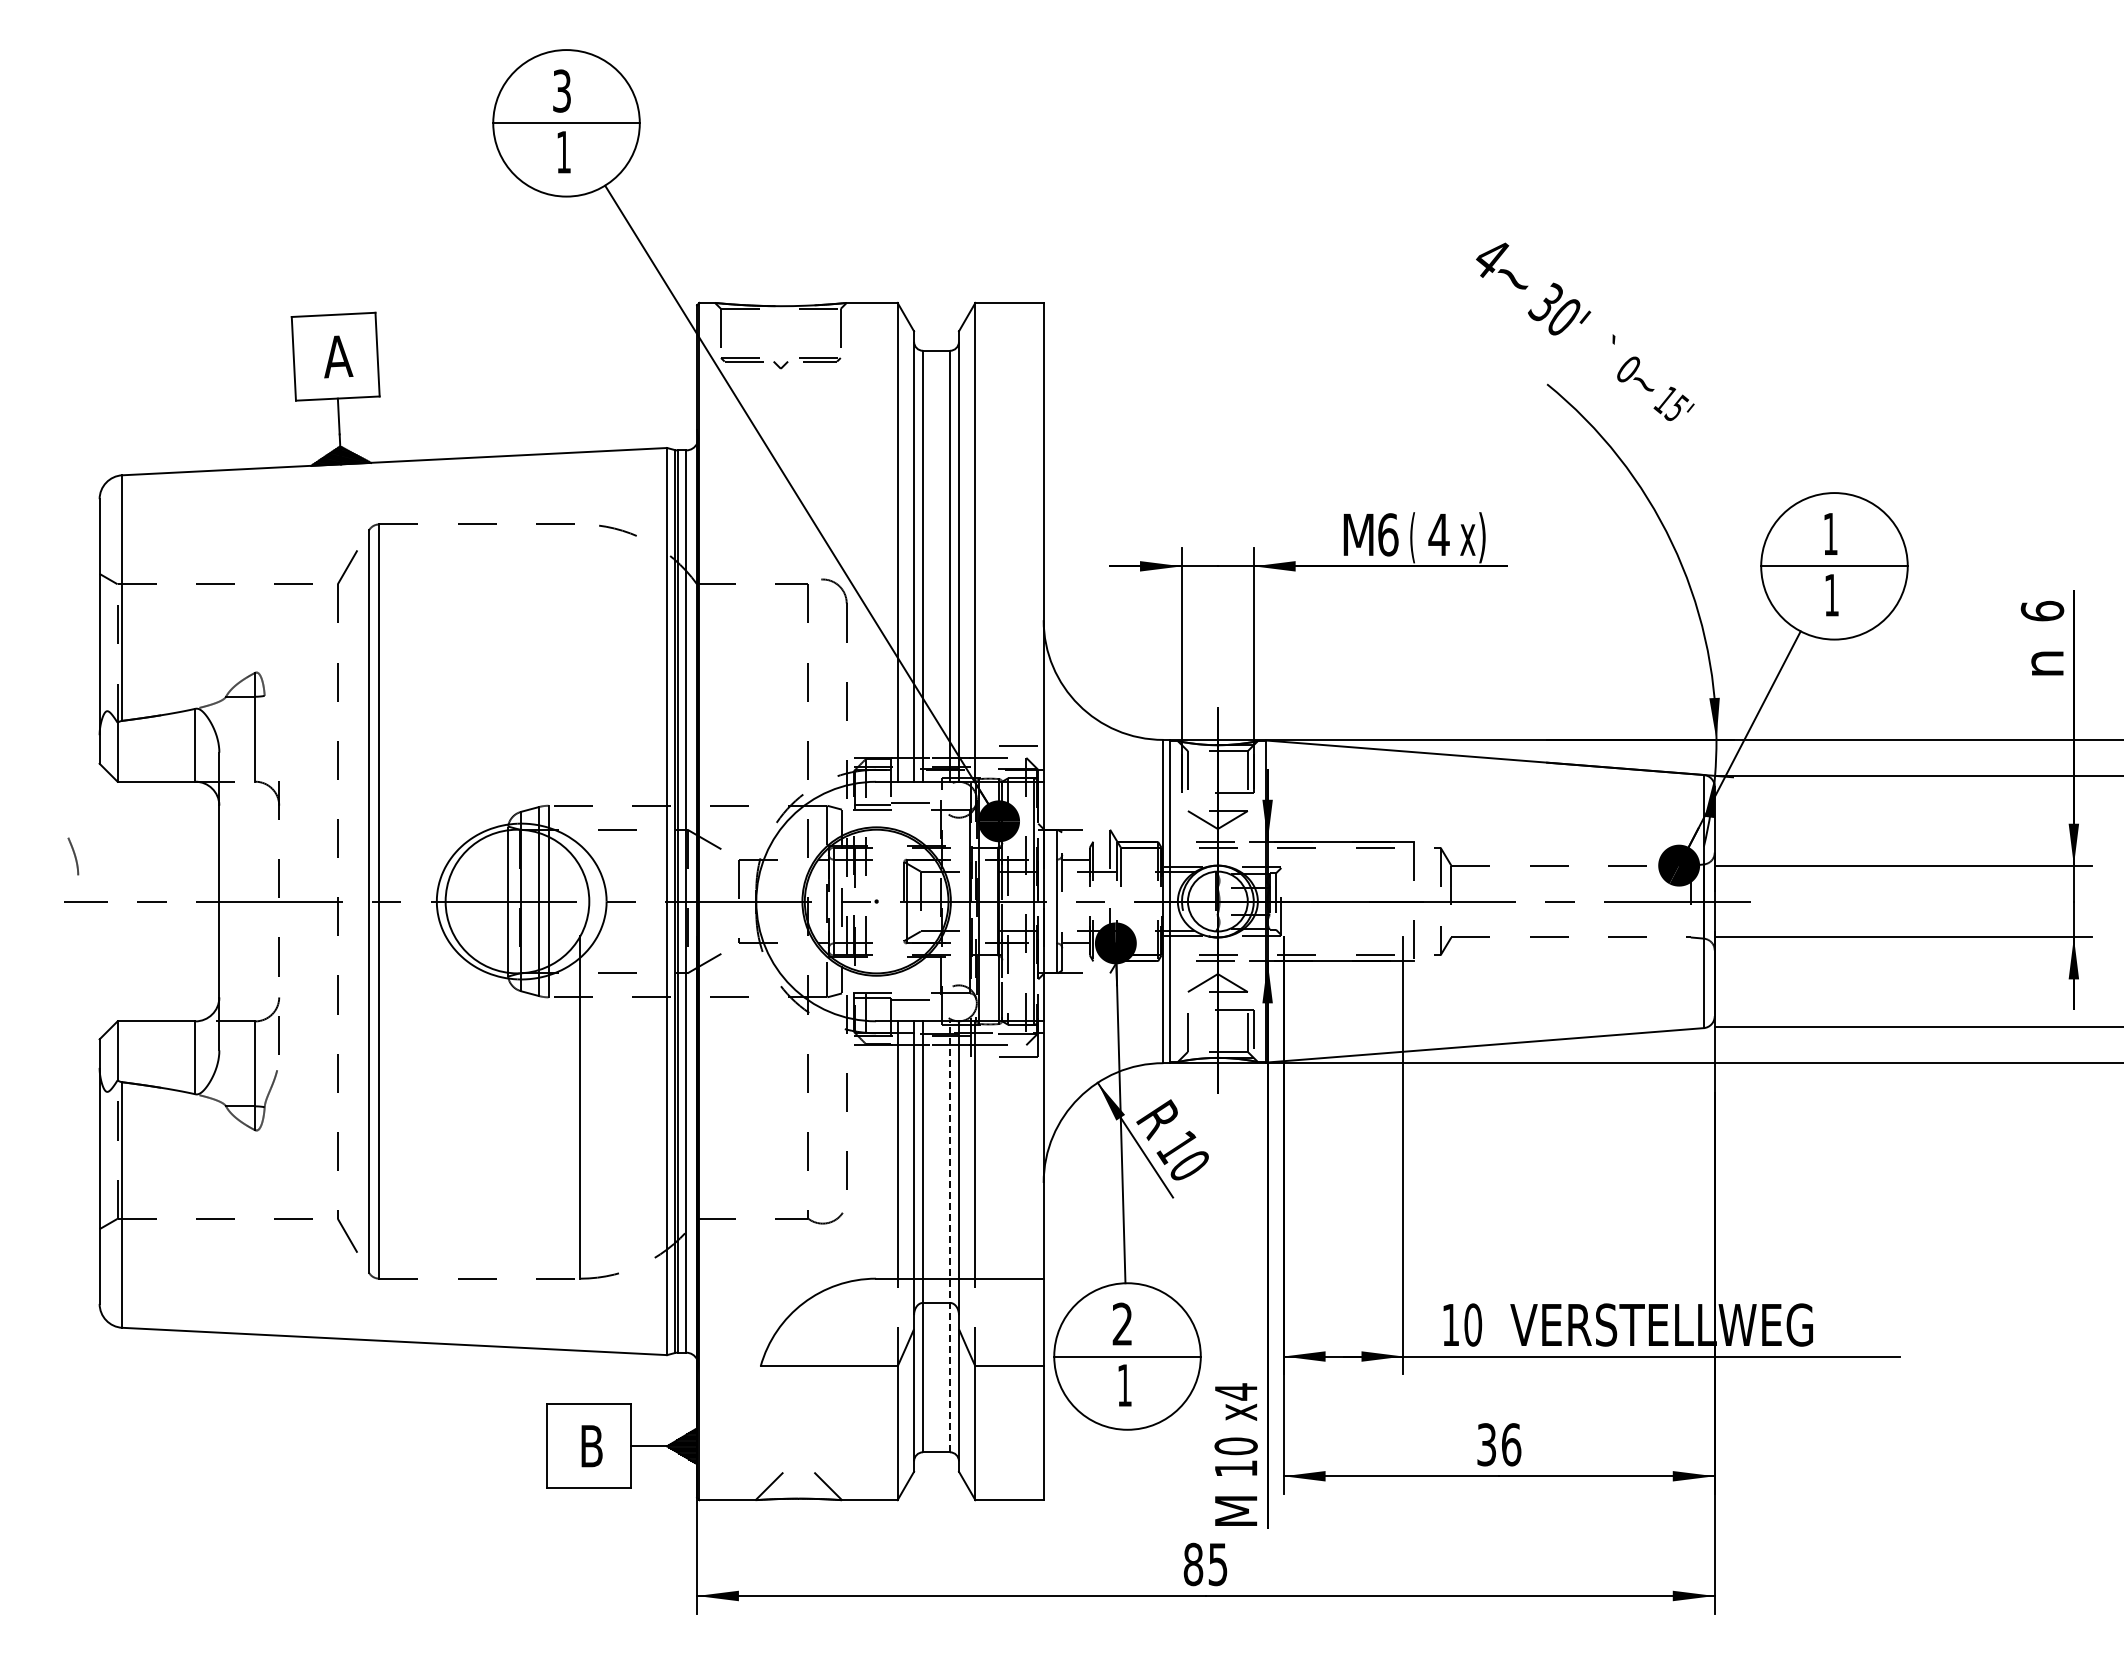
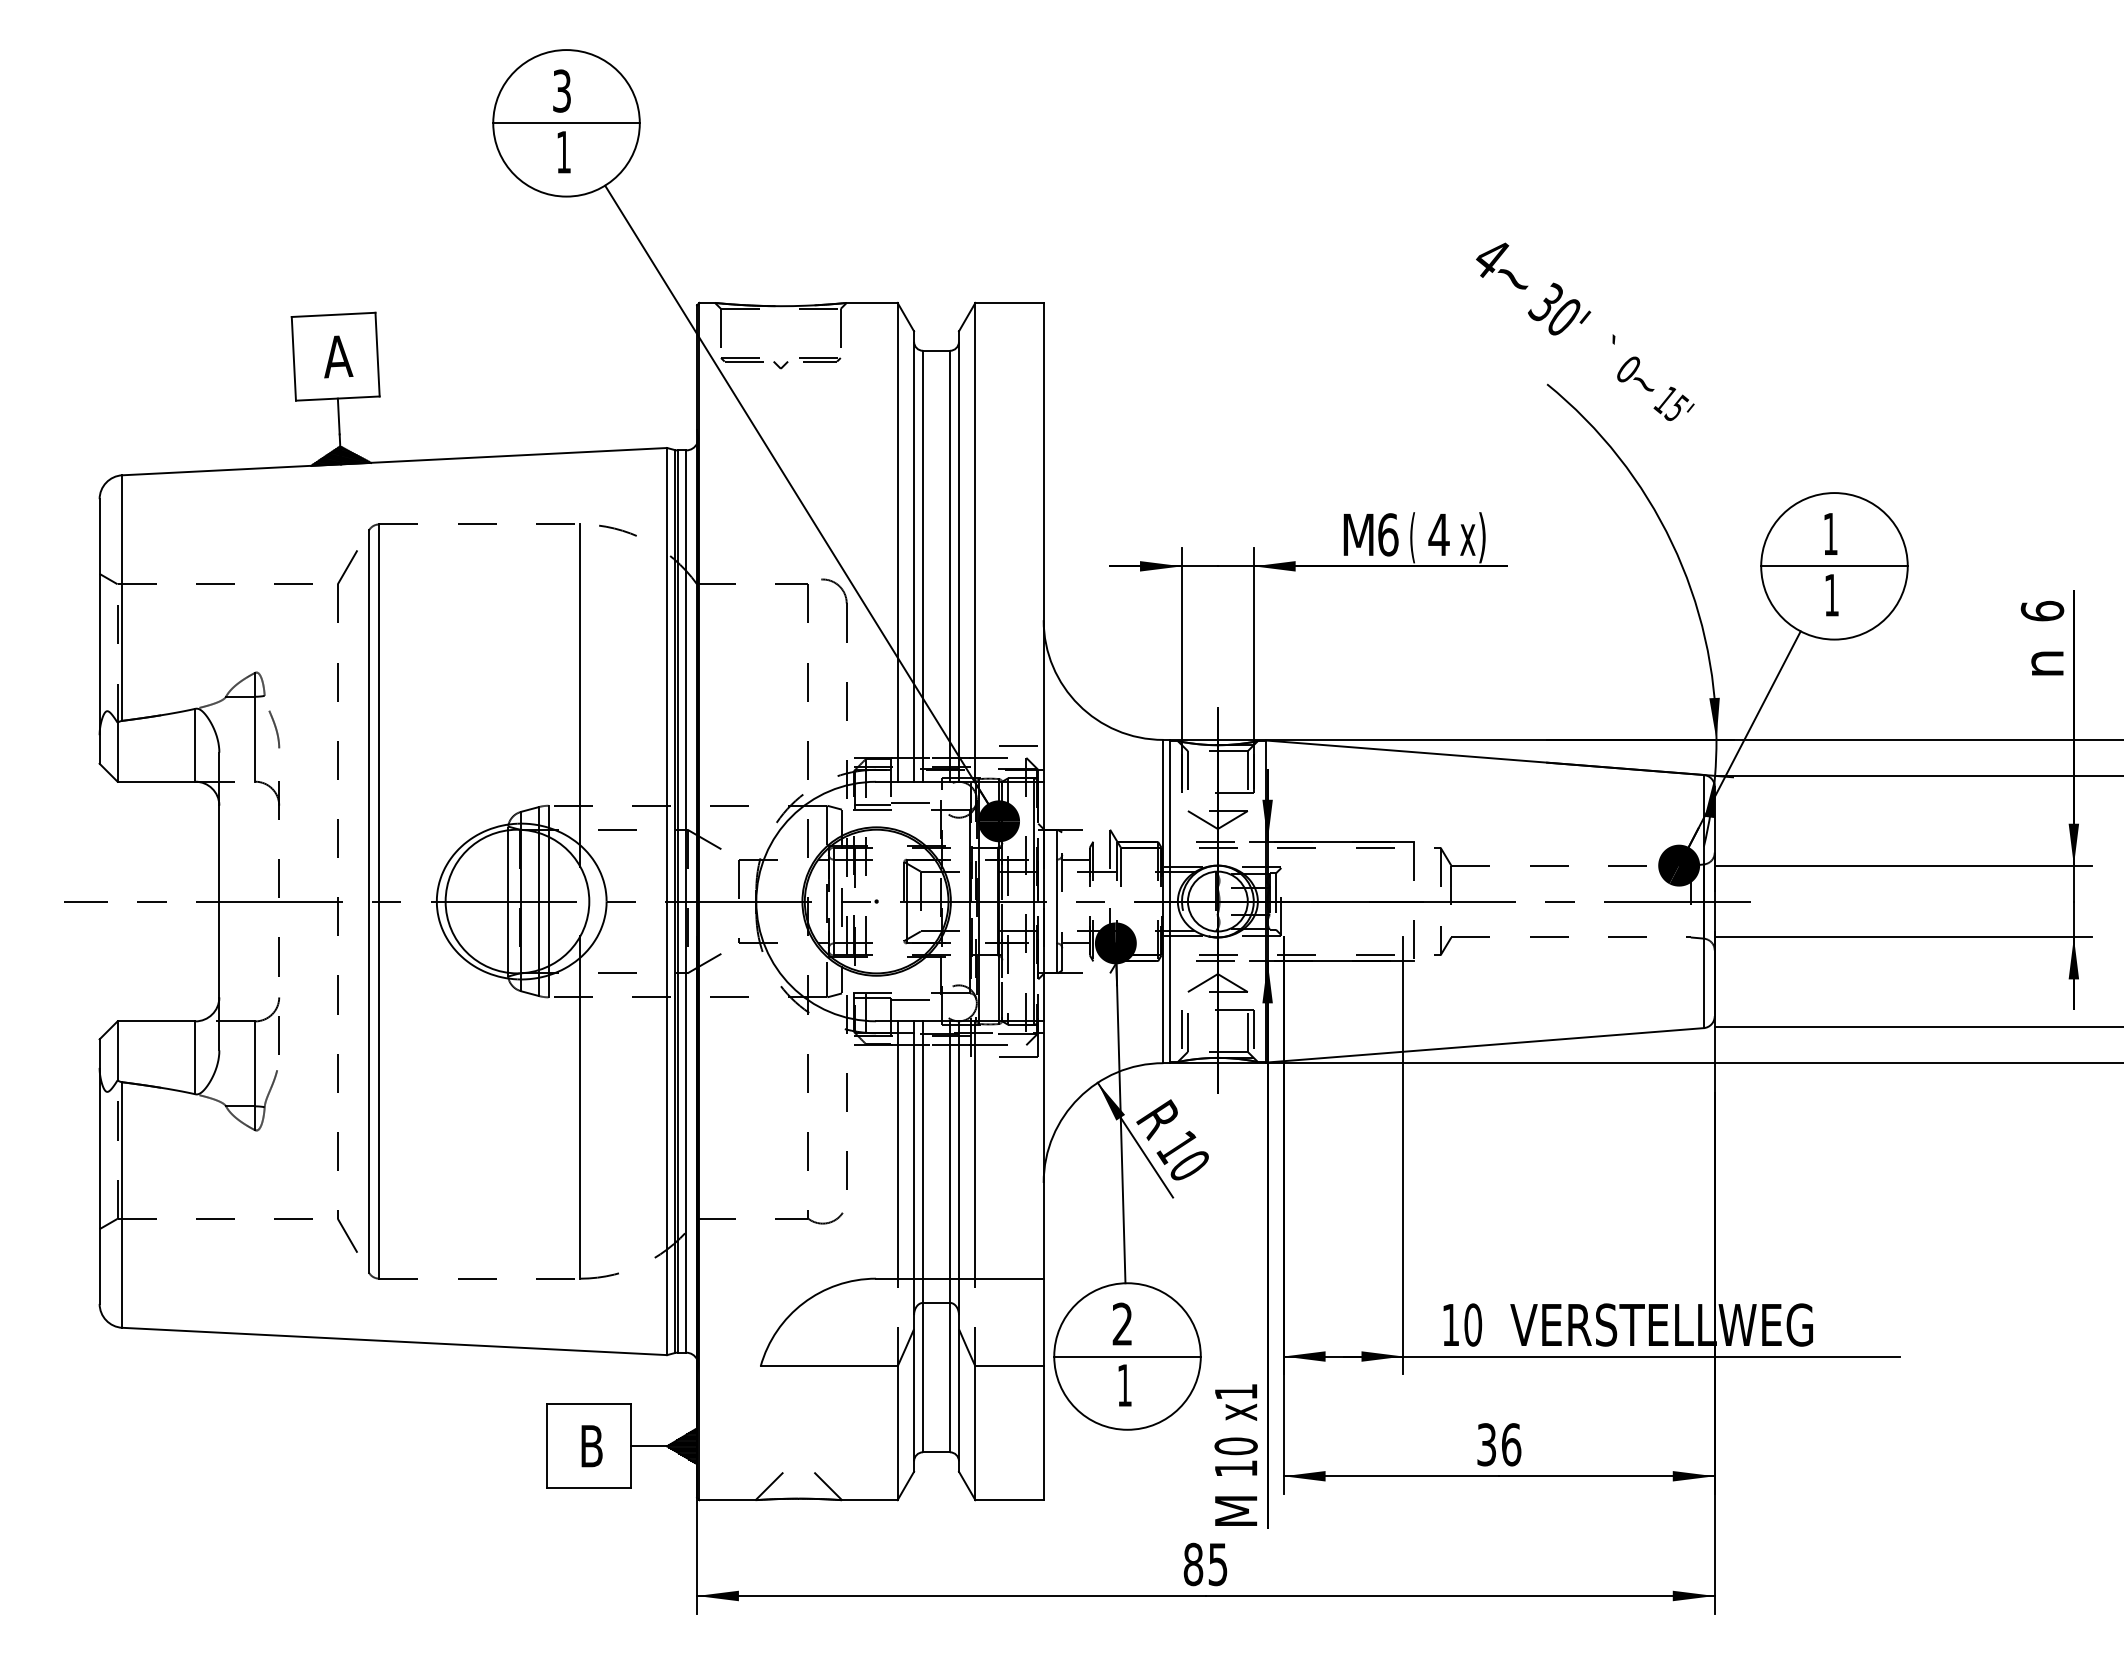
line at (580, 695): none -> present
curve at (74, 856) position: (74, 856) -> (275, 729)
line at (1181, 1033): none -> present
line at (950, 1236): dashed -> solid
text at (1236, 1391): x4 -> x1
